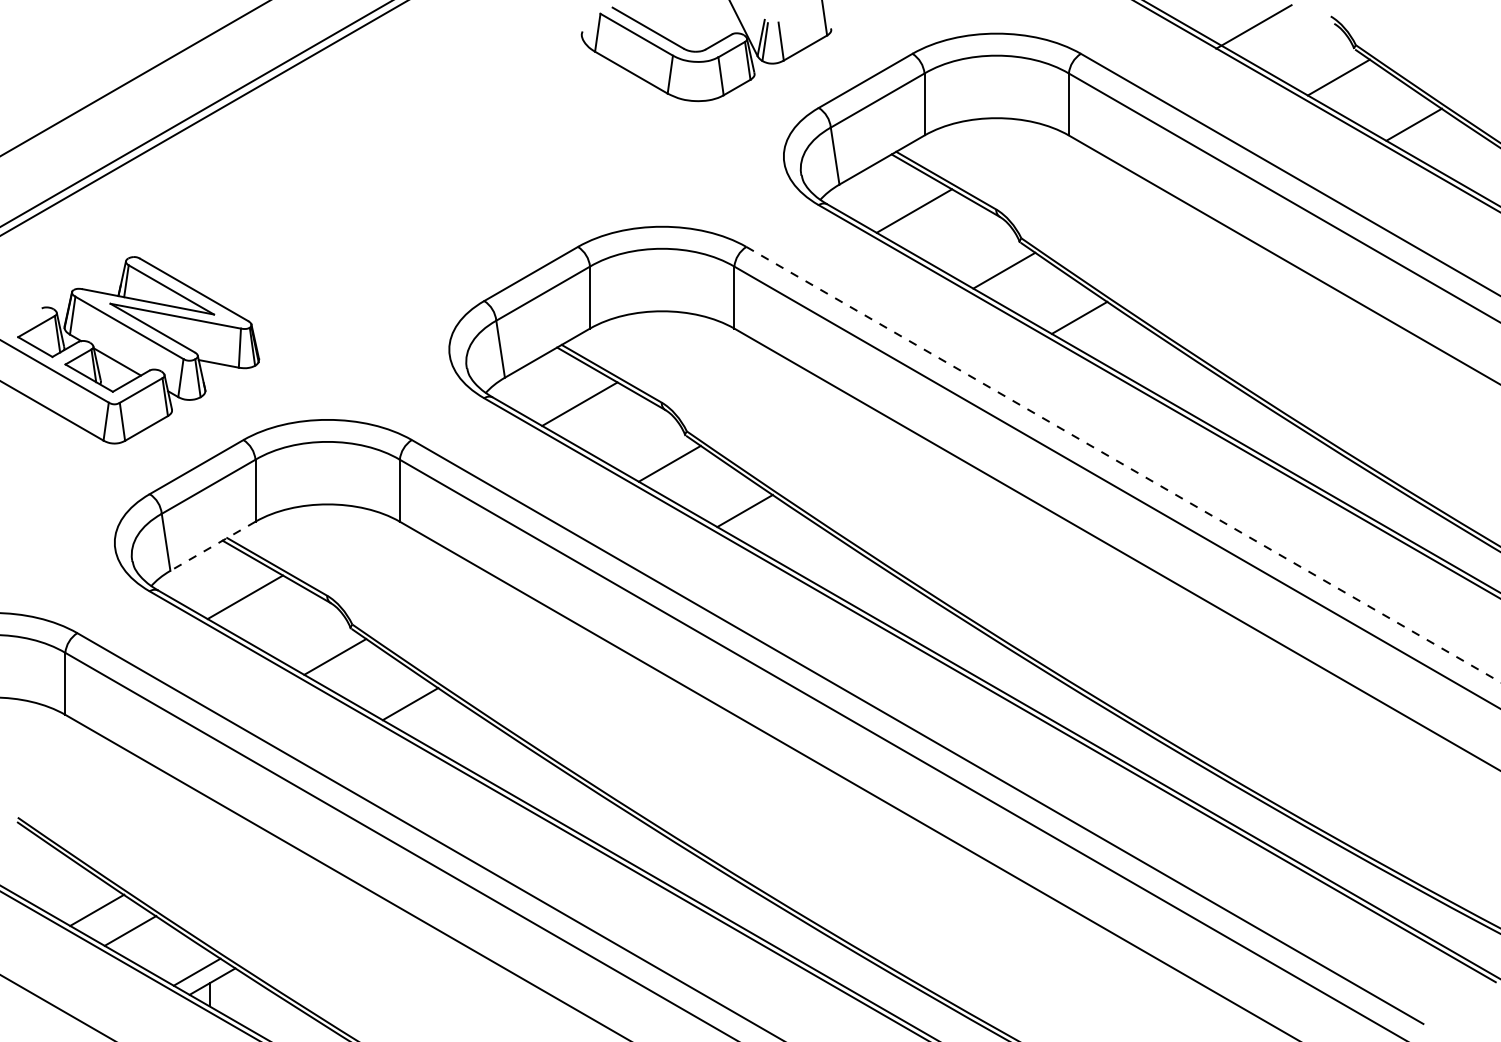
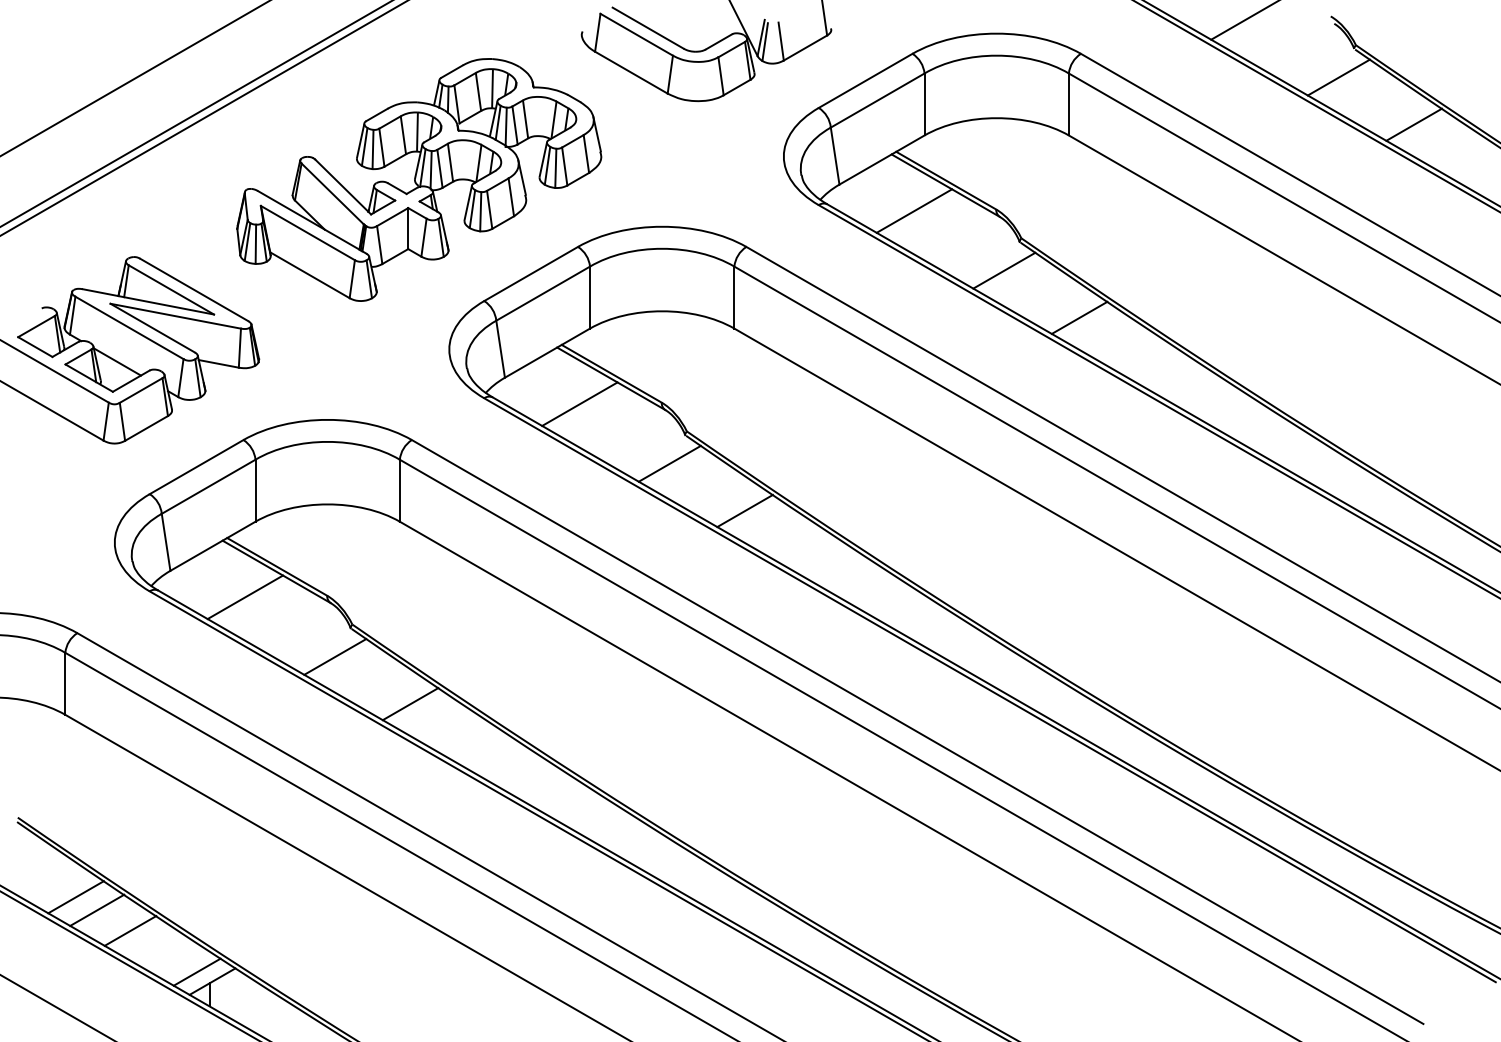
line at (1253, 26) position: (1253, 26) -> (1243, 20)
part at (419, 179): none -> present
line at (1124, 464): dashed -> solid
line at (212, 546): dashed -> solid
line at (75, 897): none -> present
